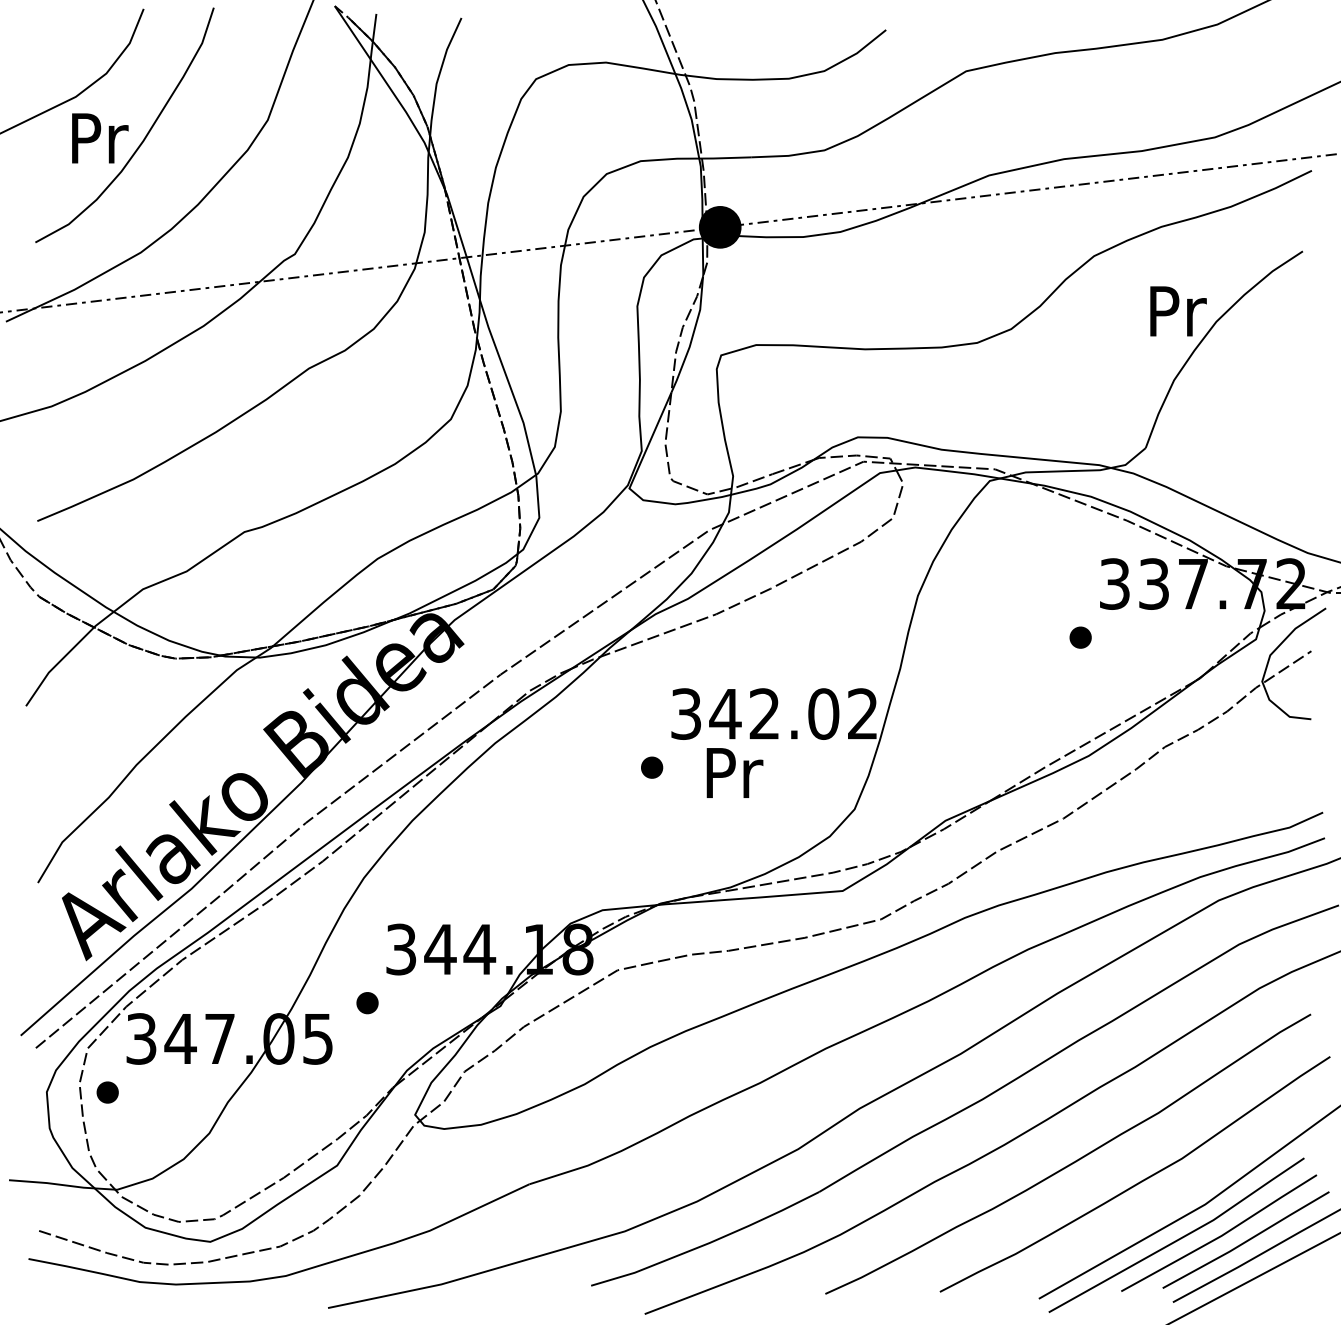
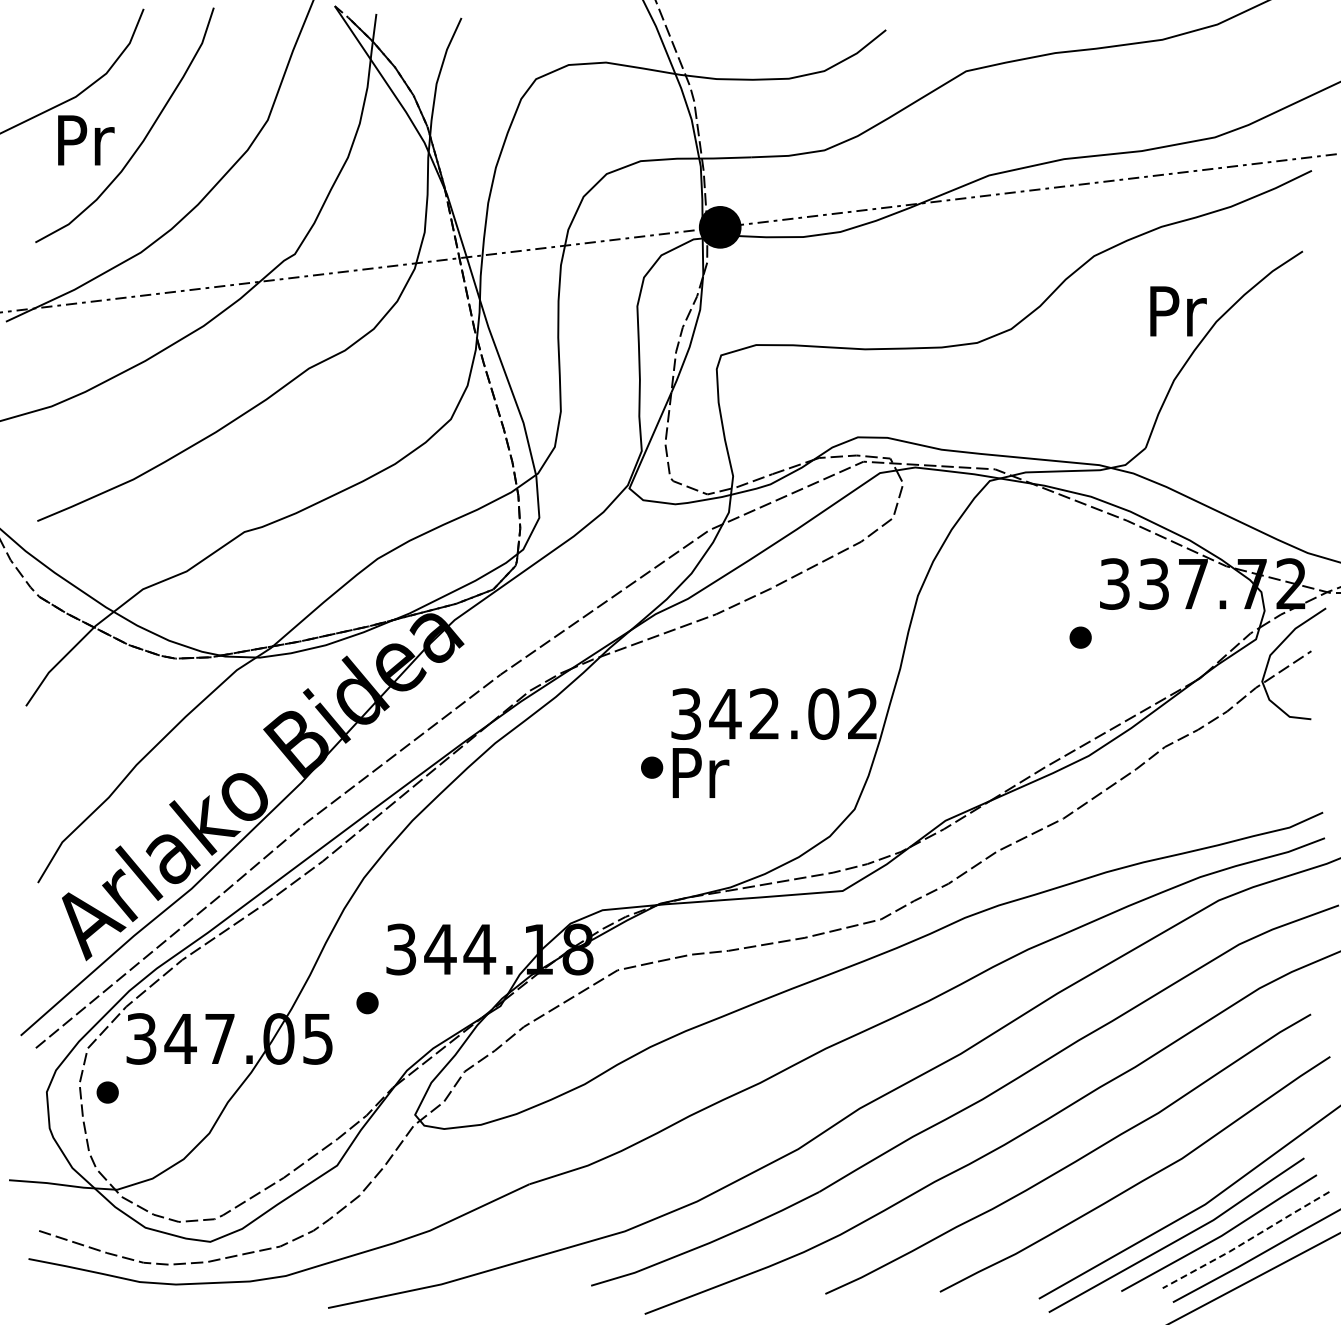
text at (100, 138) position: (100, 138) -> (86, 140)
text at (734, 772) position: (734, 772) -> (700, 772)
line at (1246, 1241): solid -> dashed
